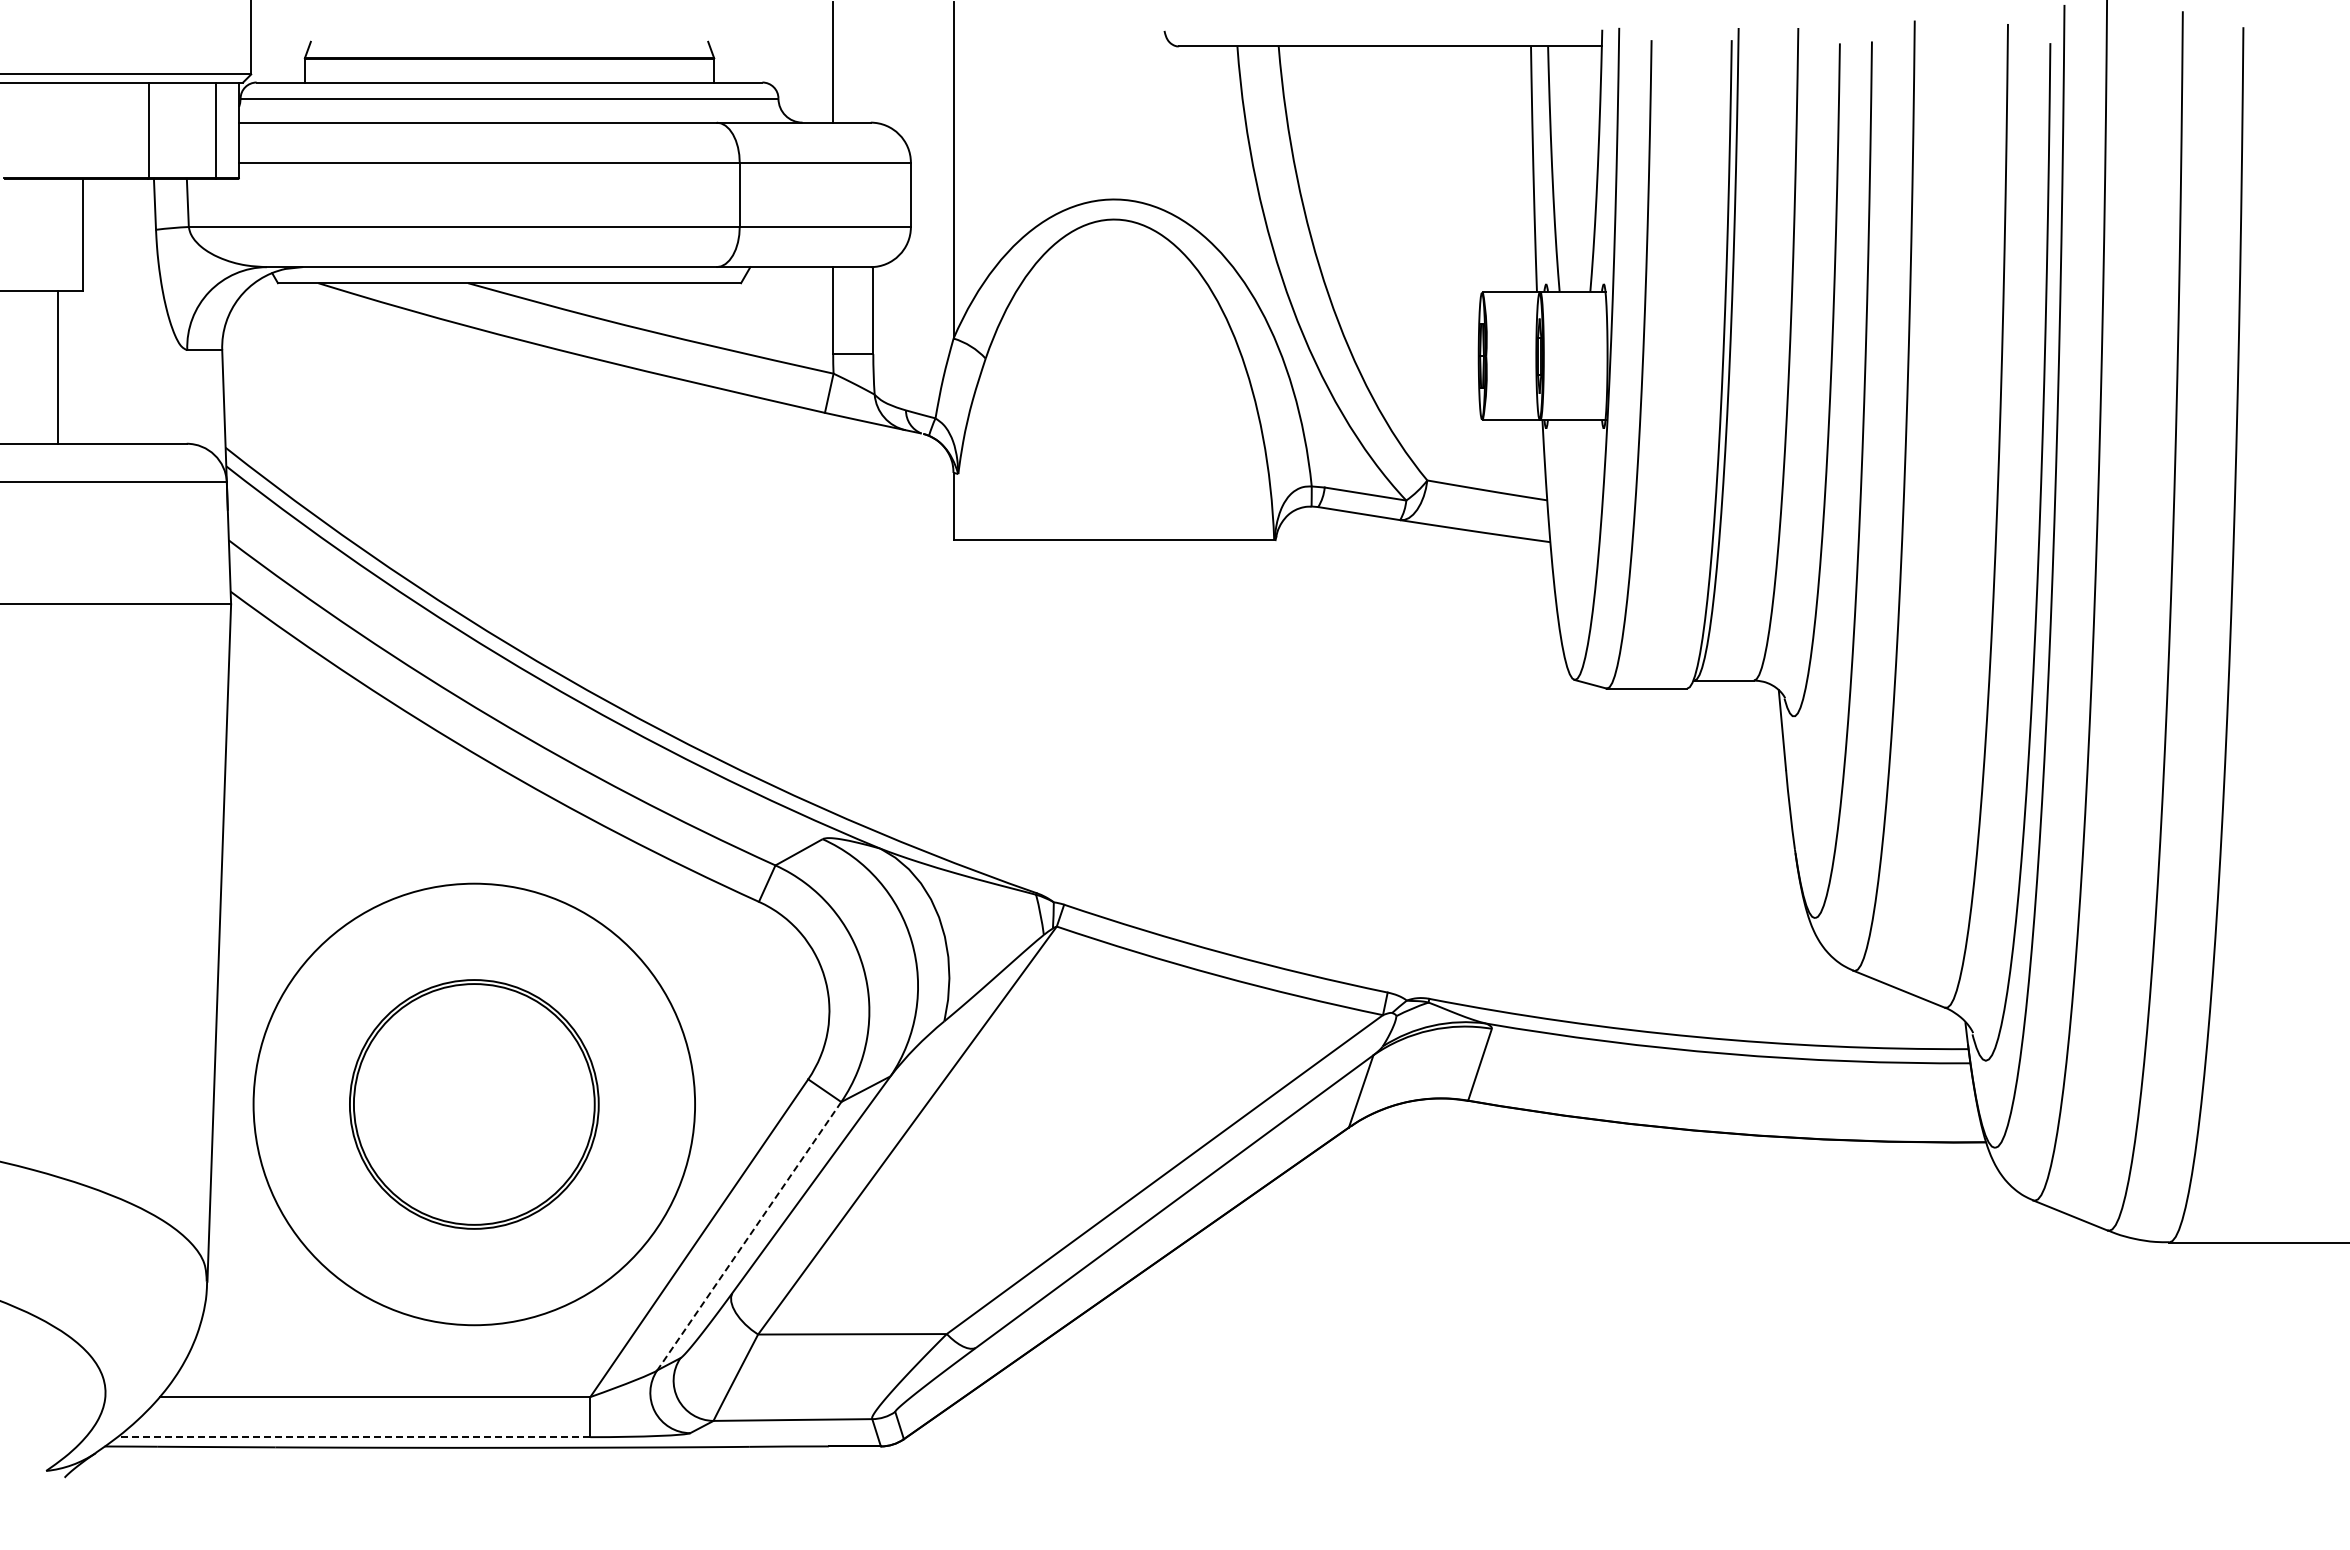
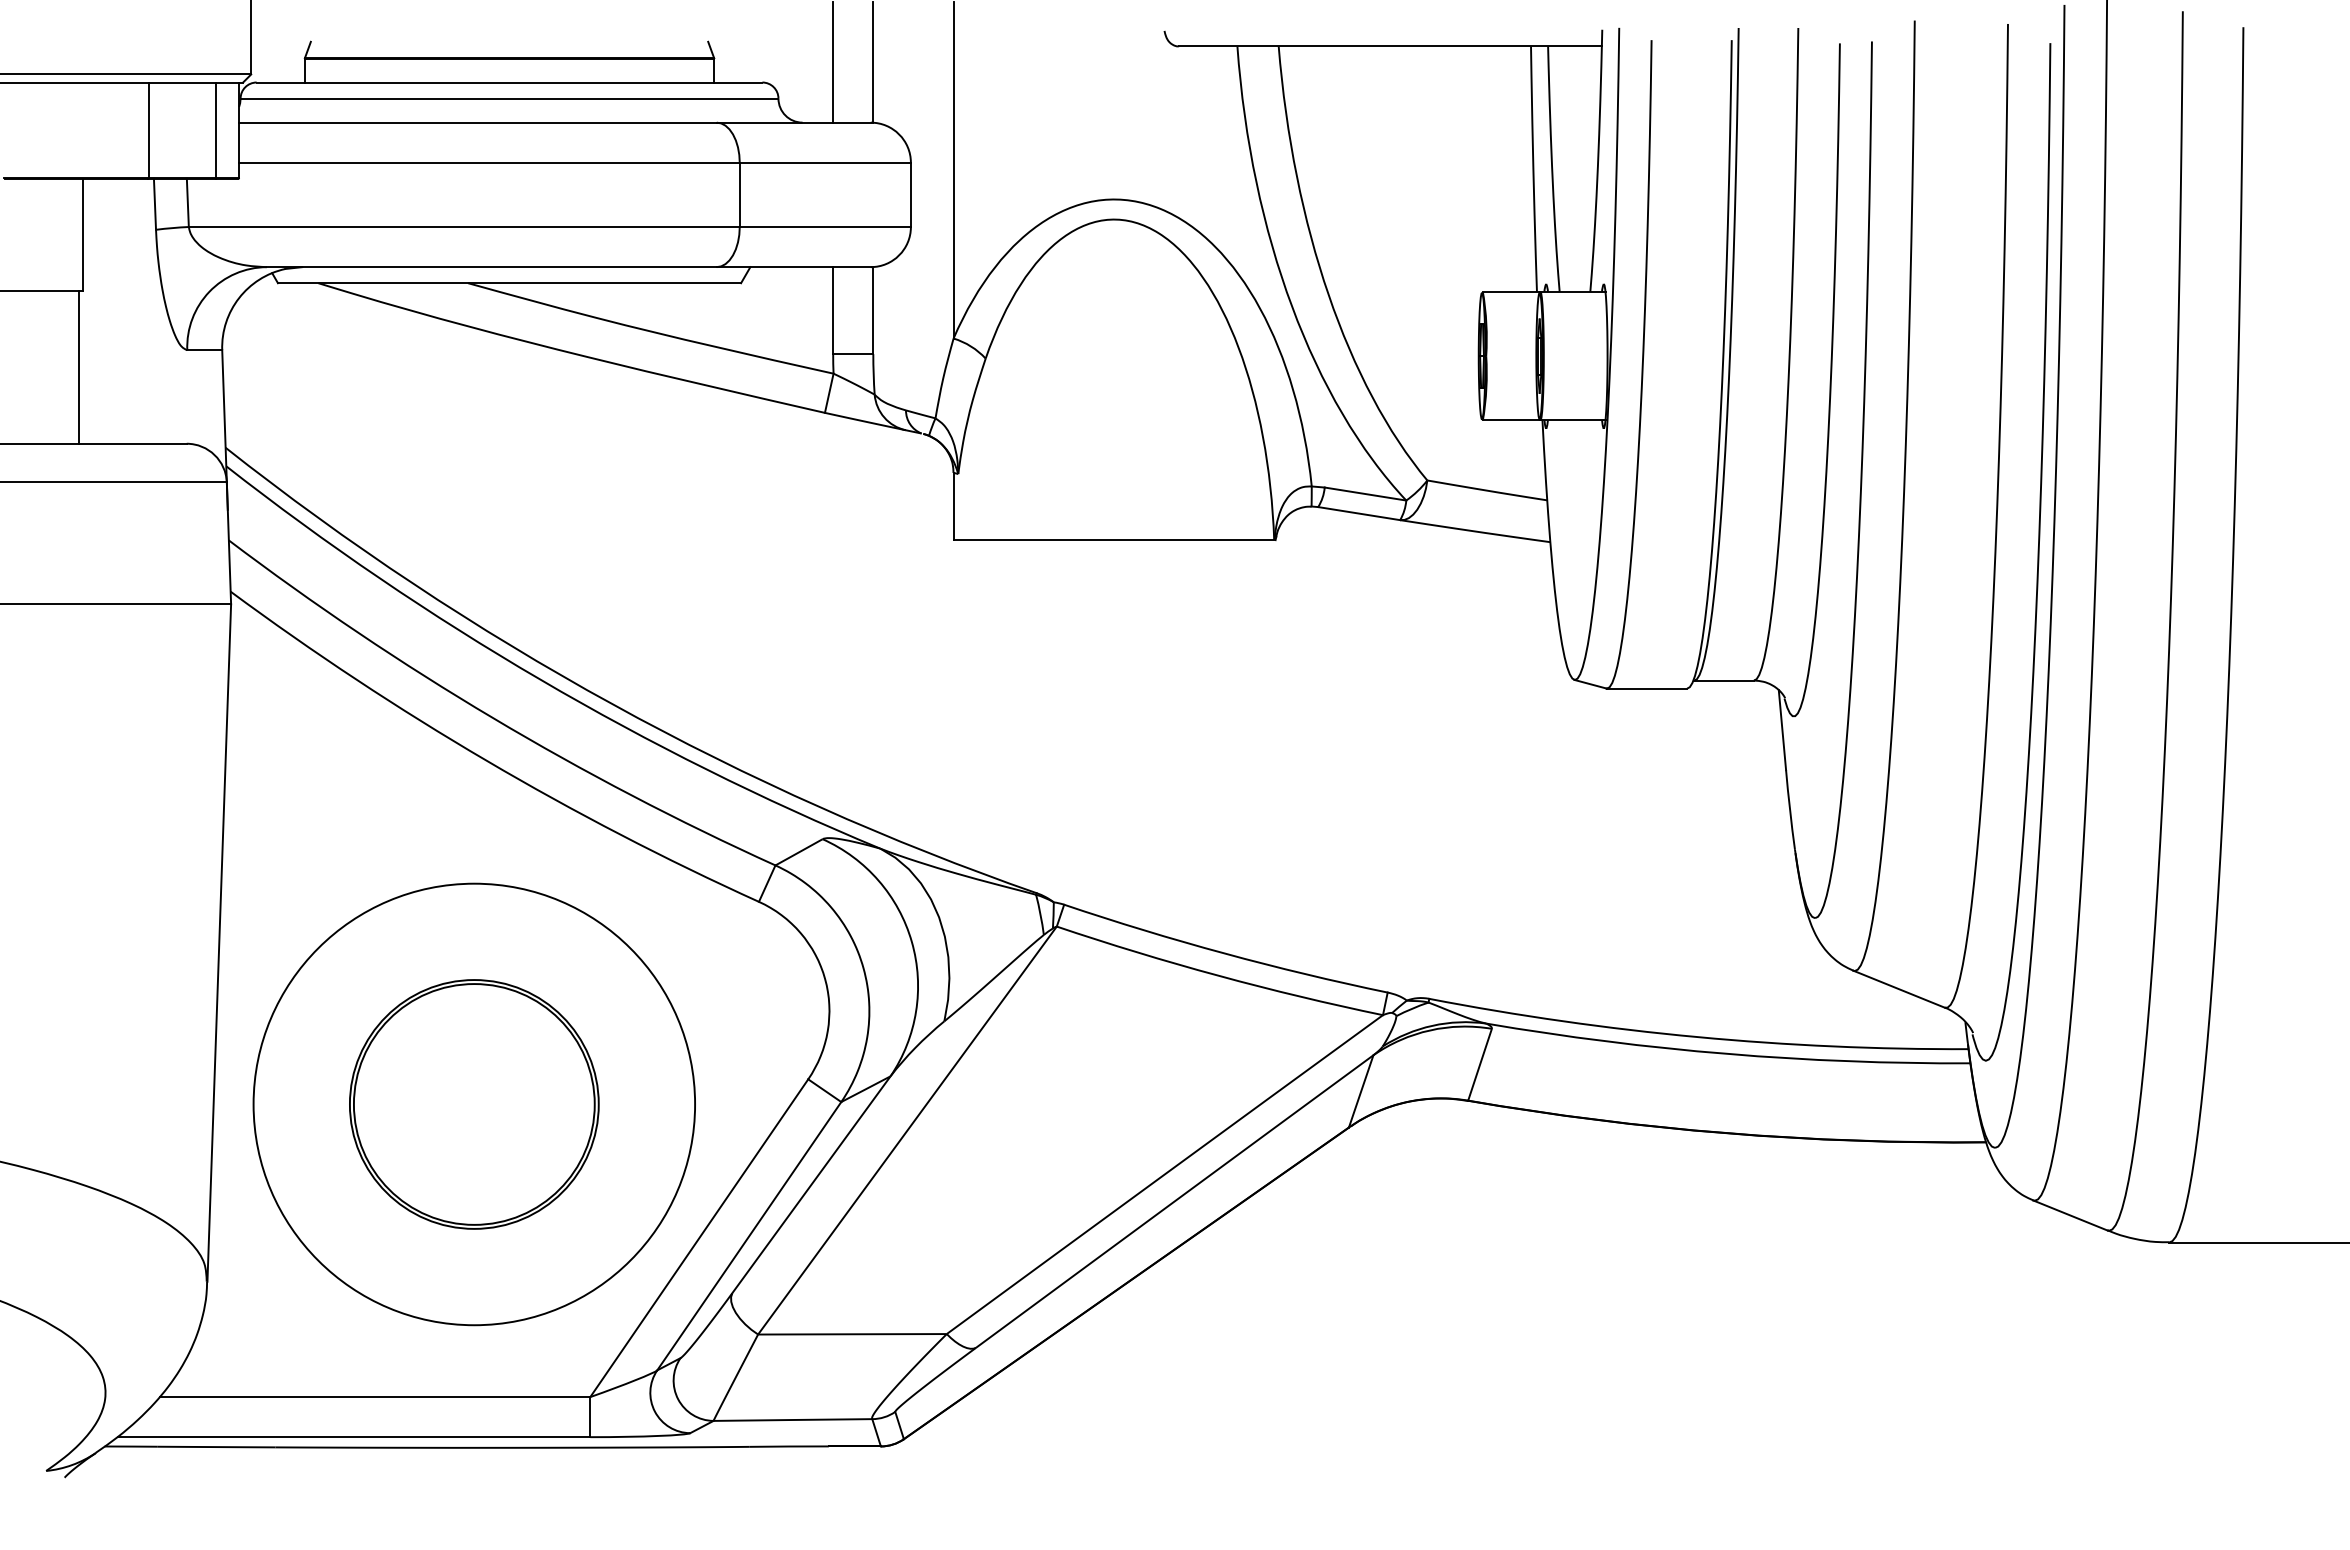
line at (873, 62): none -> present
line at (57, 367) position: (57, 367) -> (78, 367)
line at (749, 1236): dashed -> solid
line at (353, 1437): dashed -> solid
